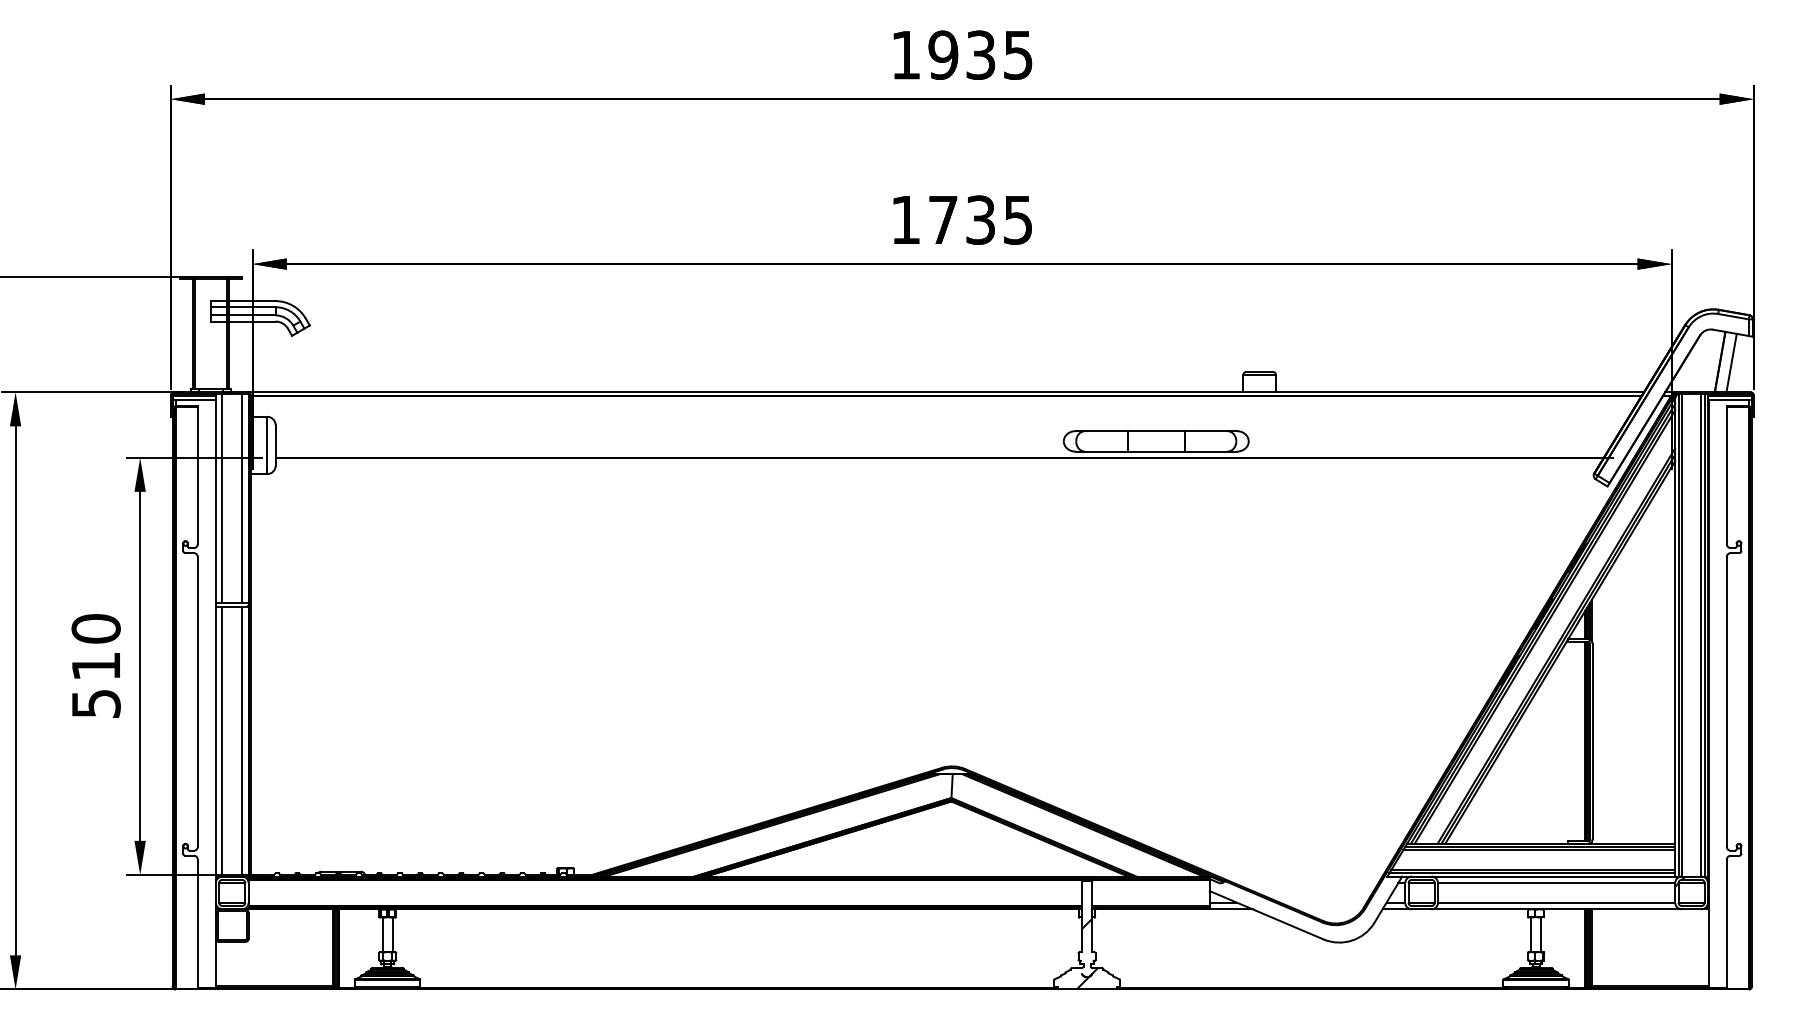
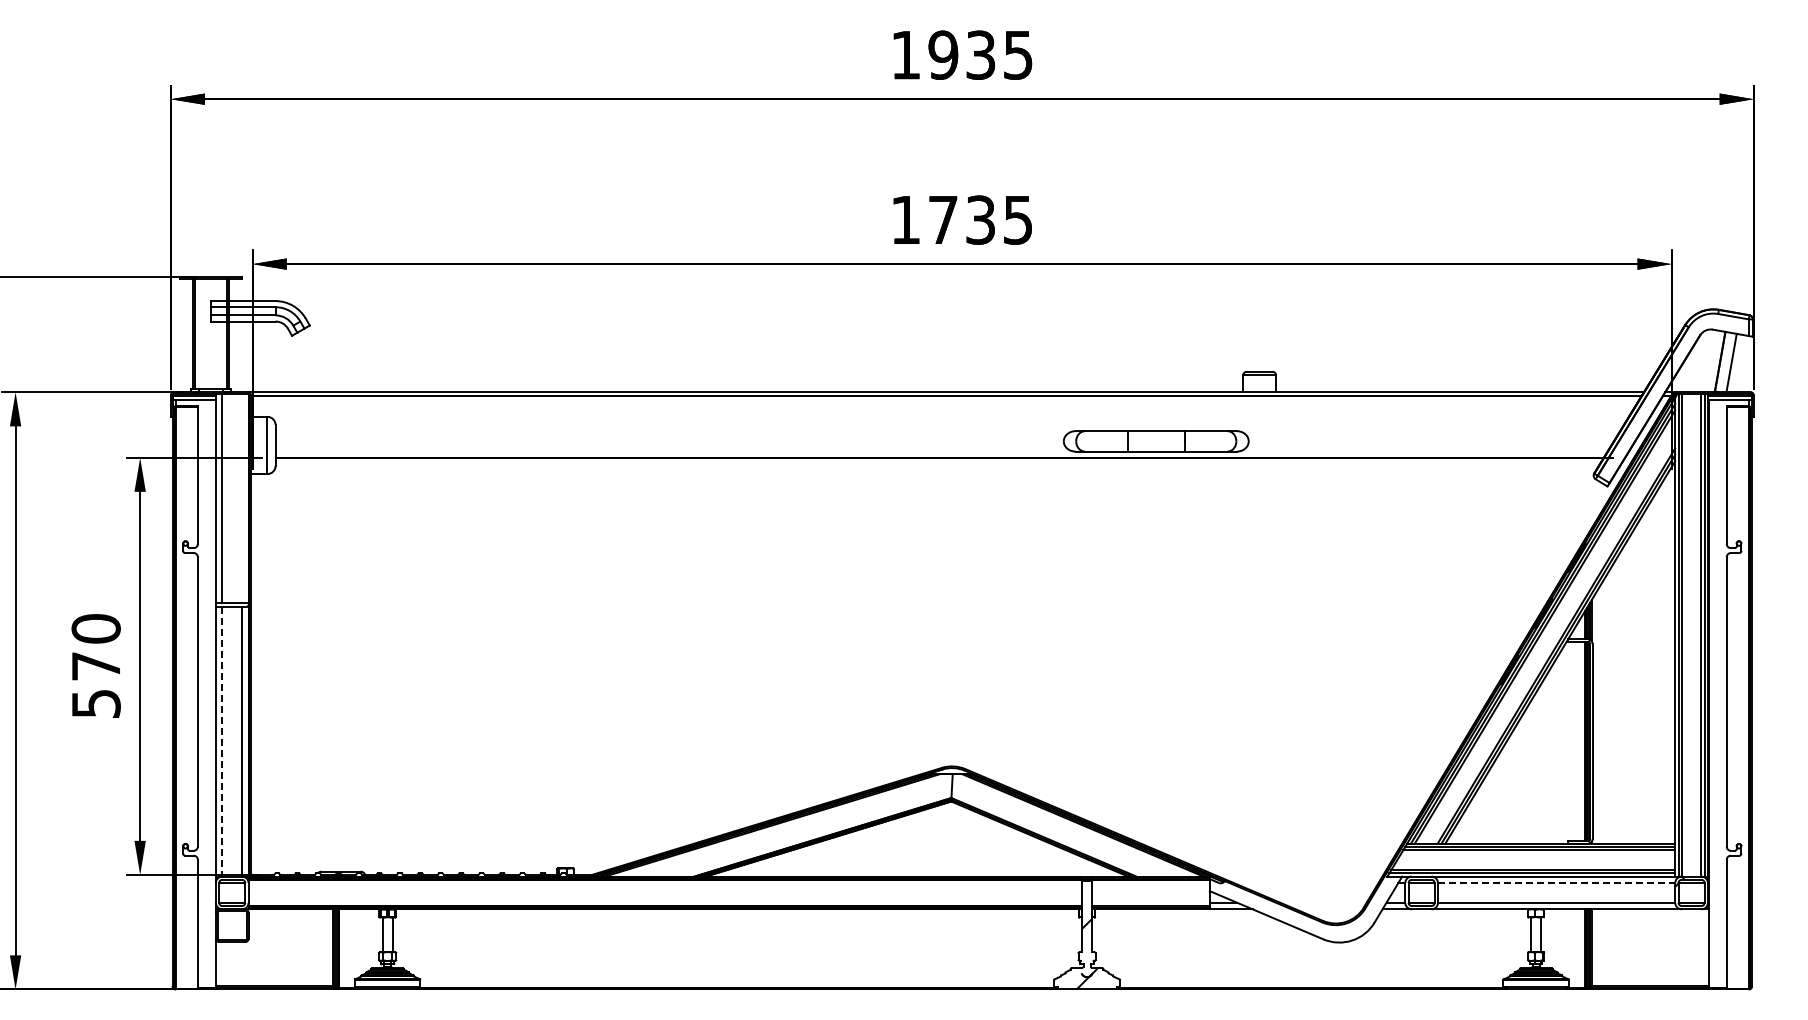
line at (242, 498): present -> none
text at (95, 666): 510 -> 570
line at (222, 741): solid -> dashed
line at (1556, 883): solid -> dashed
